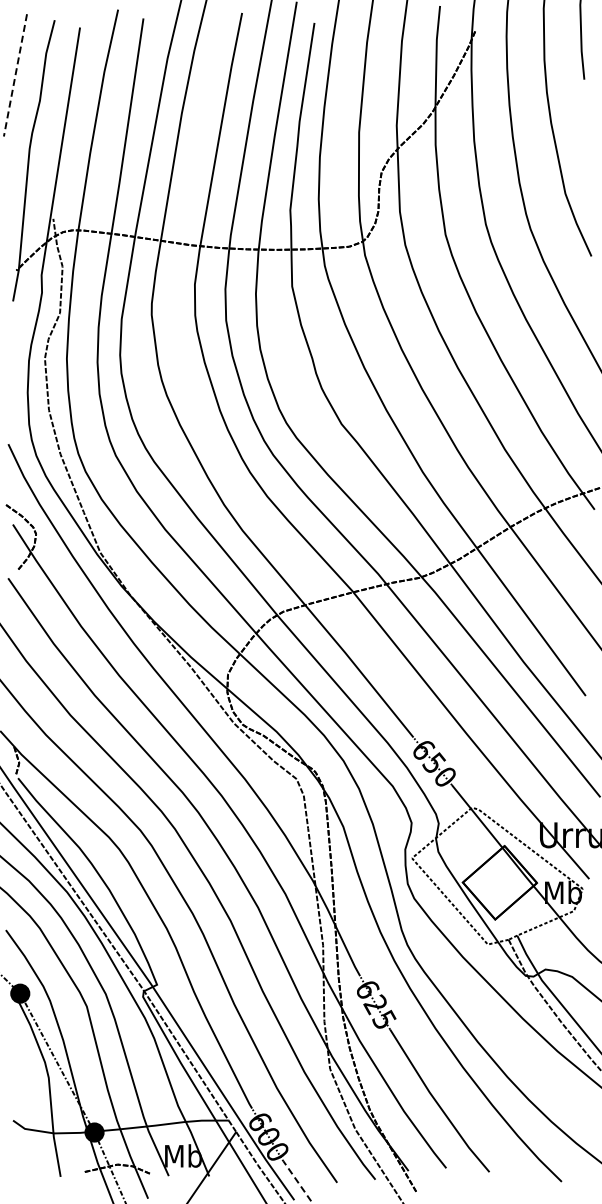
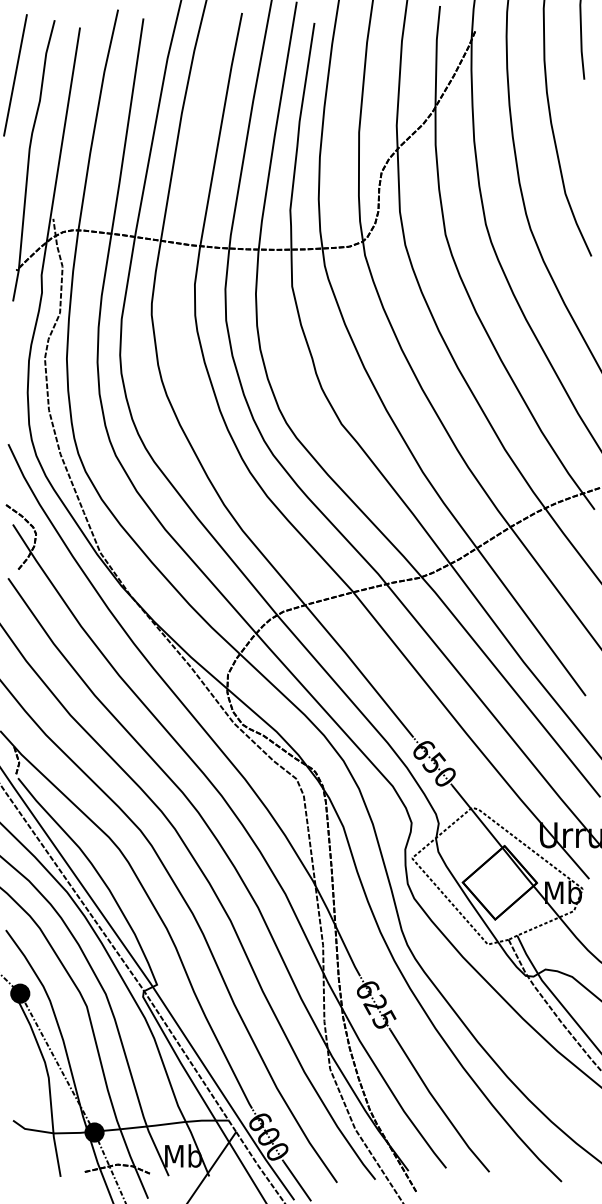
line at (15, 75): dashed -> solid
line at (297, 1180): dashed -> solid
